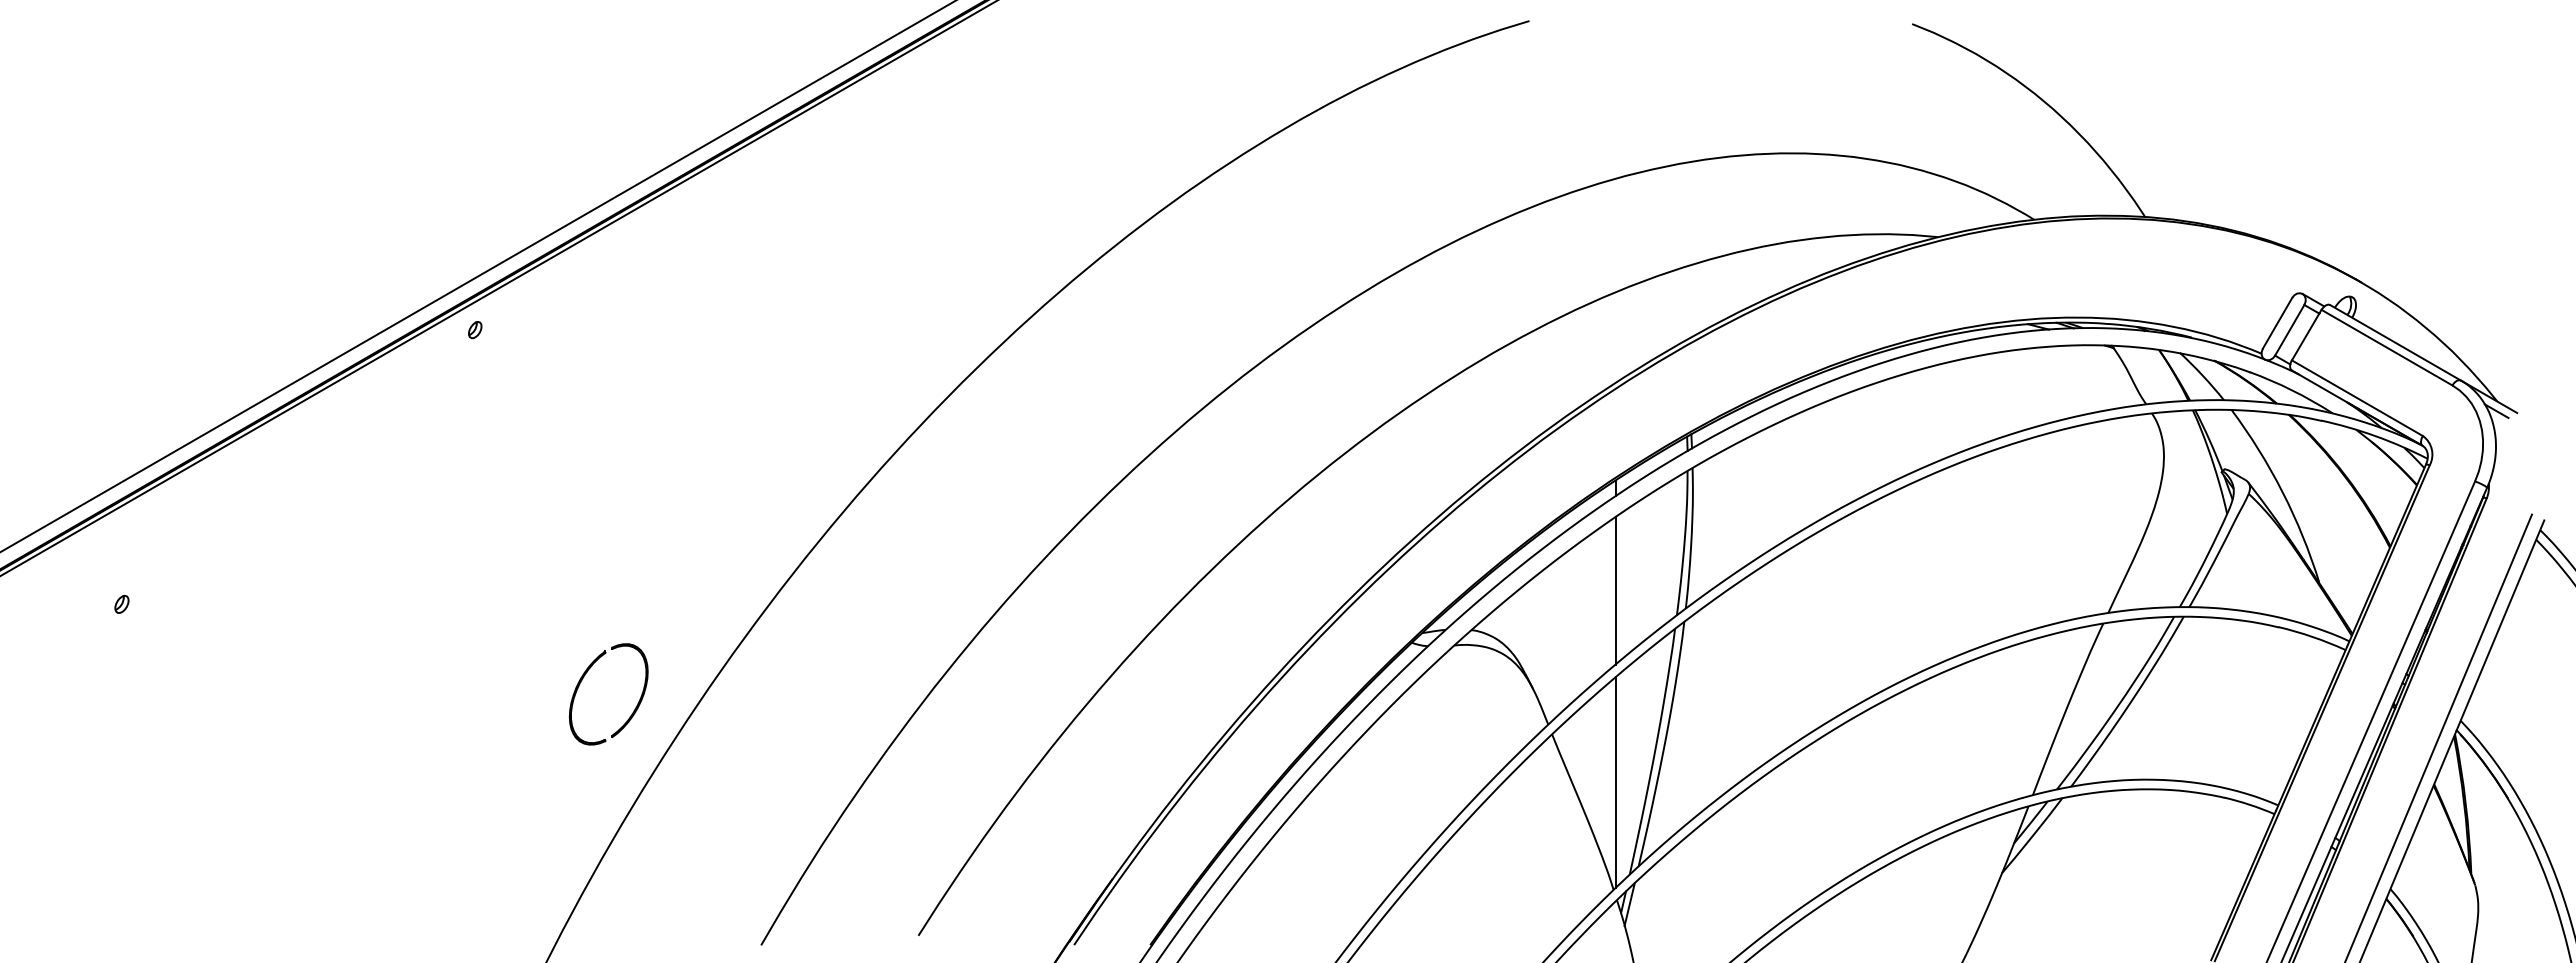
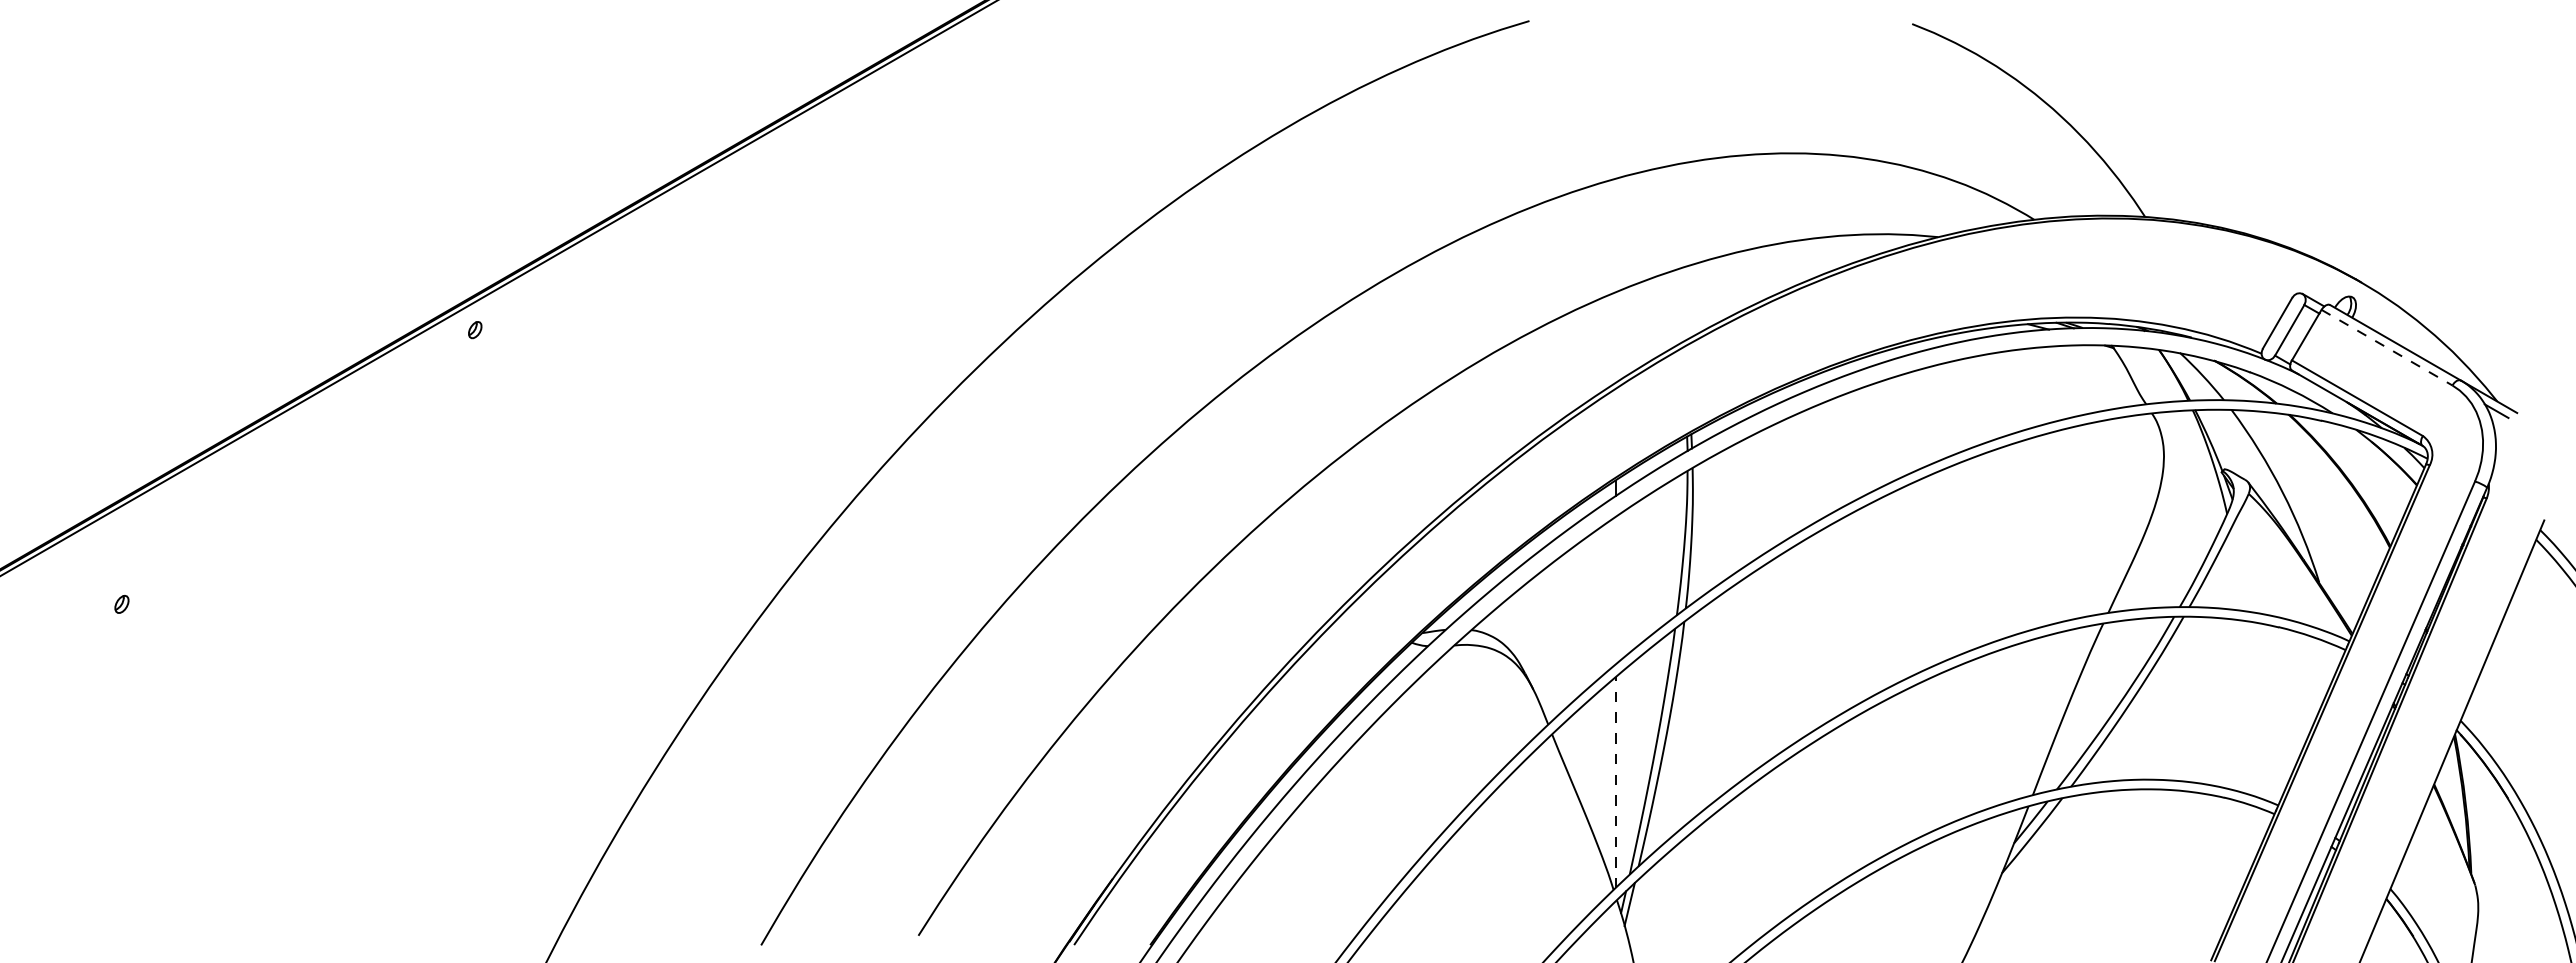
line at (477, 276): present -> none
line at (2386, 347): solid -> dashed
line at (1615, 590): present -> none
part at (584, 677): present -> none
line at (2438, 736): present -> none
line at (1615, 782): solid -> dashed
